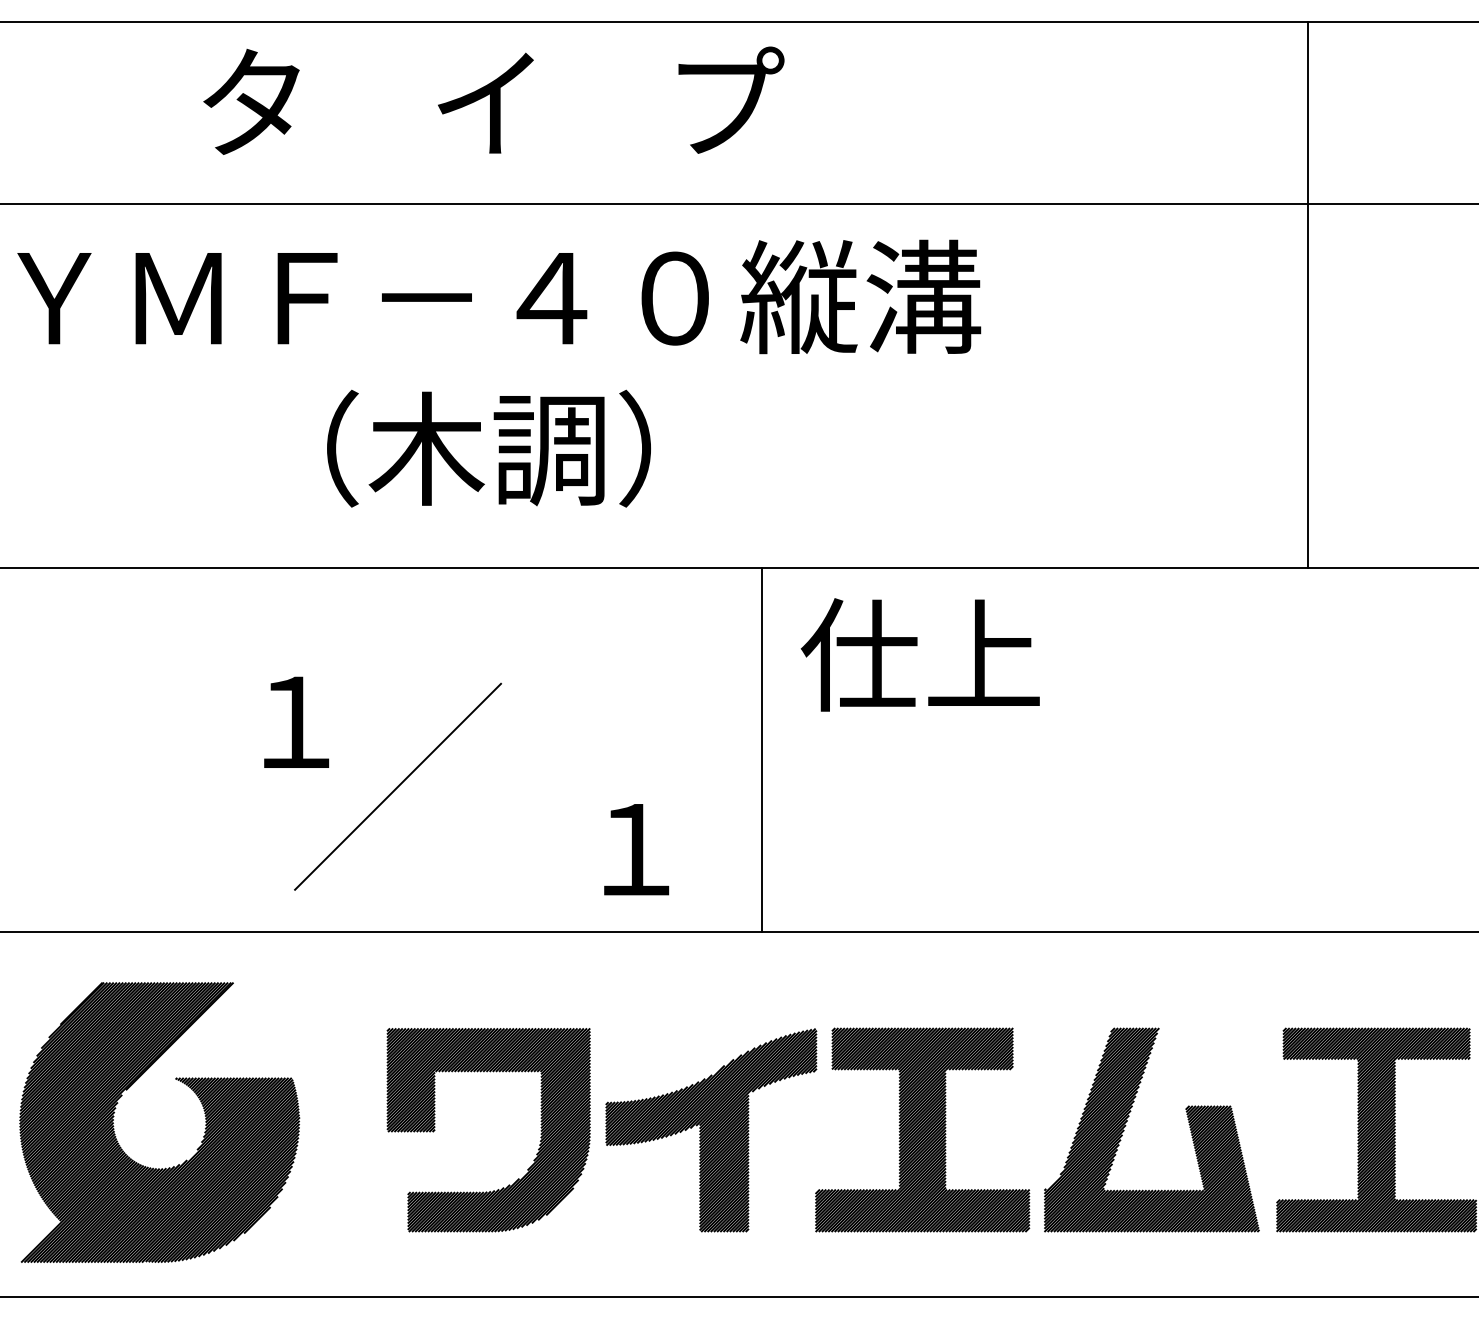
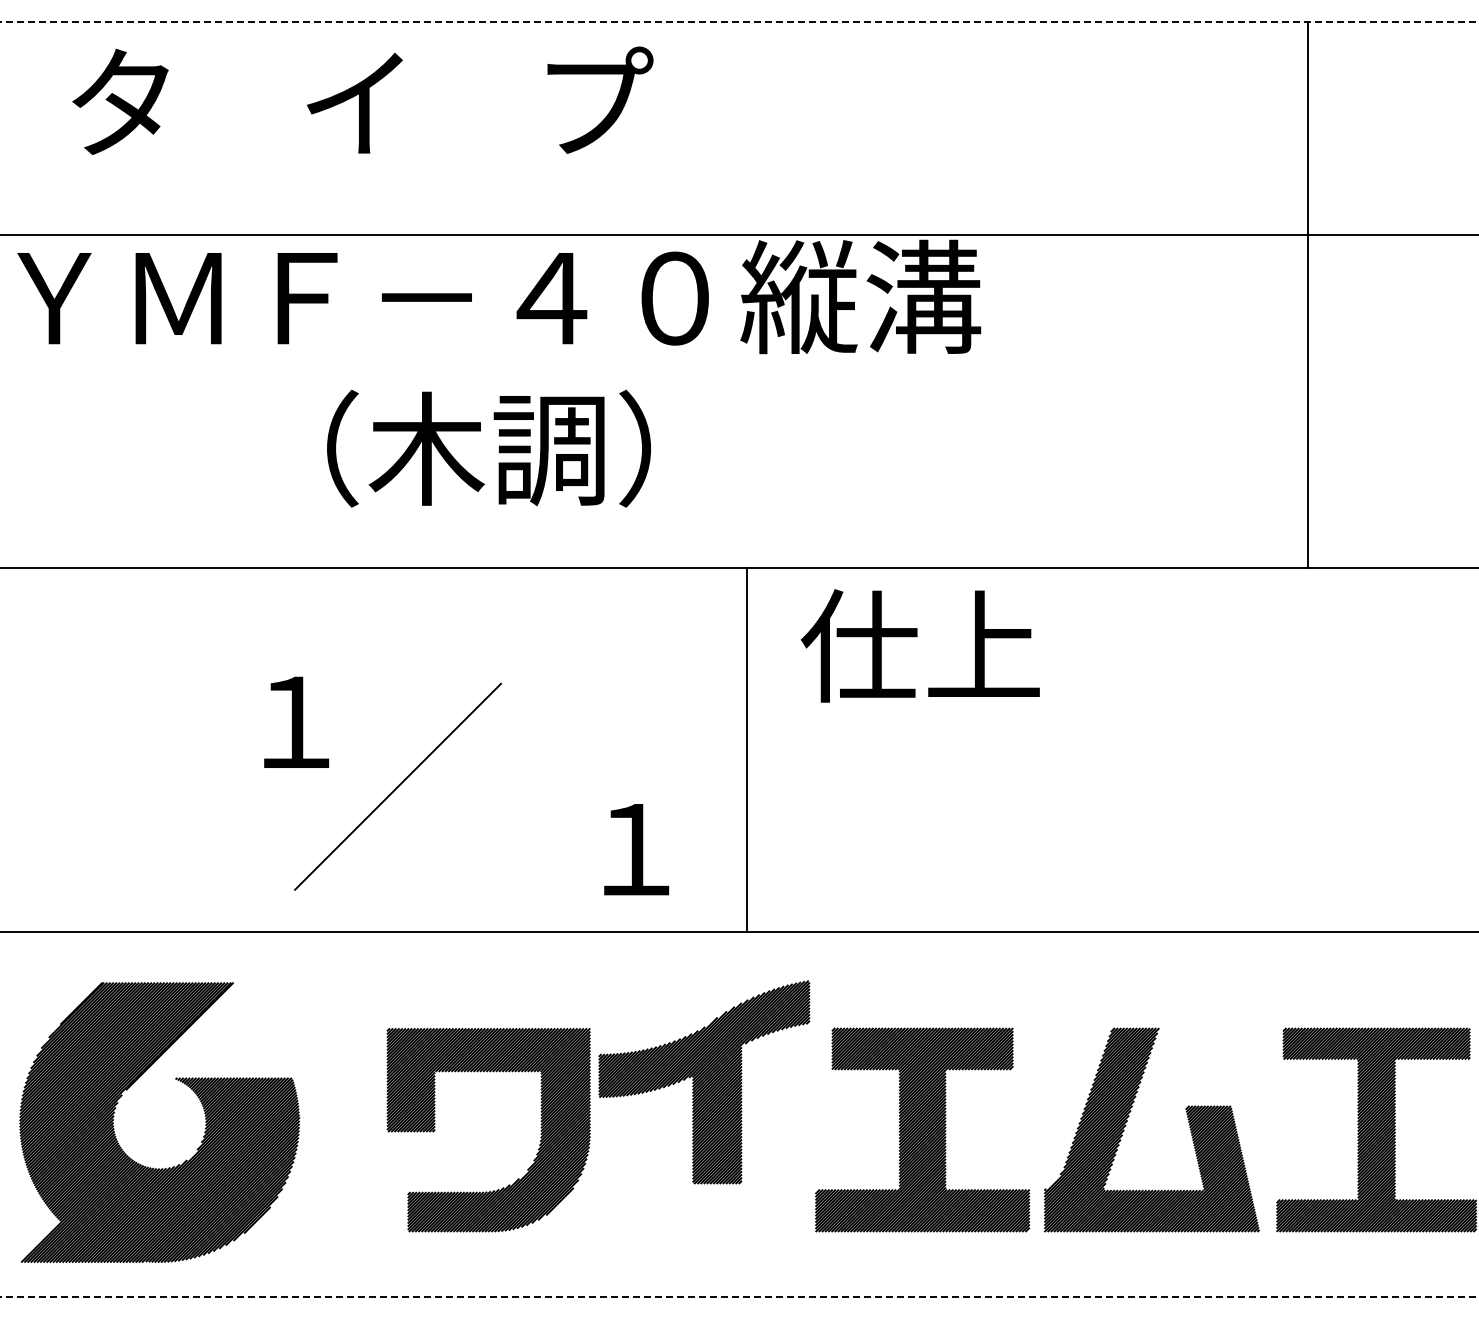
line at (739, 22): solid -> dashed
text at (493, 100) position: (493, 100) -> (362, 100)
line at (738, 204) position: (738, 204) -> (738, 235)
text at (919, 654) position: (919, 654) -> (919, 645)
line at (762, 750) position: (762, 750) -> (747, 750)
part at (711, 1130) position: (711, 1130) -> (704, 1082)
line at (739, 1296): solid -> dashed
